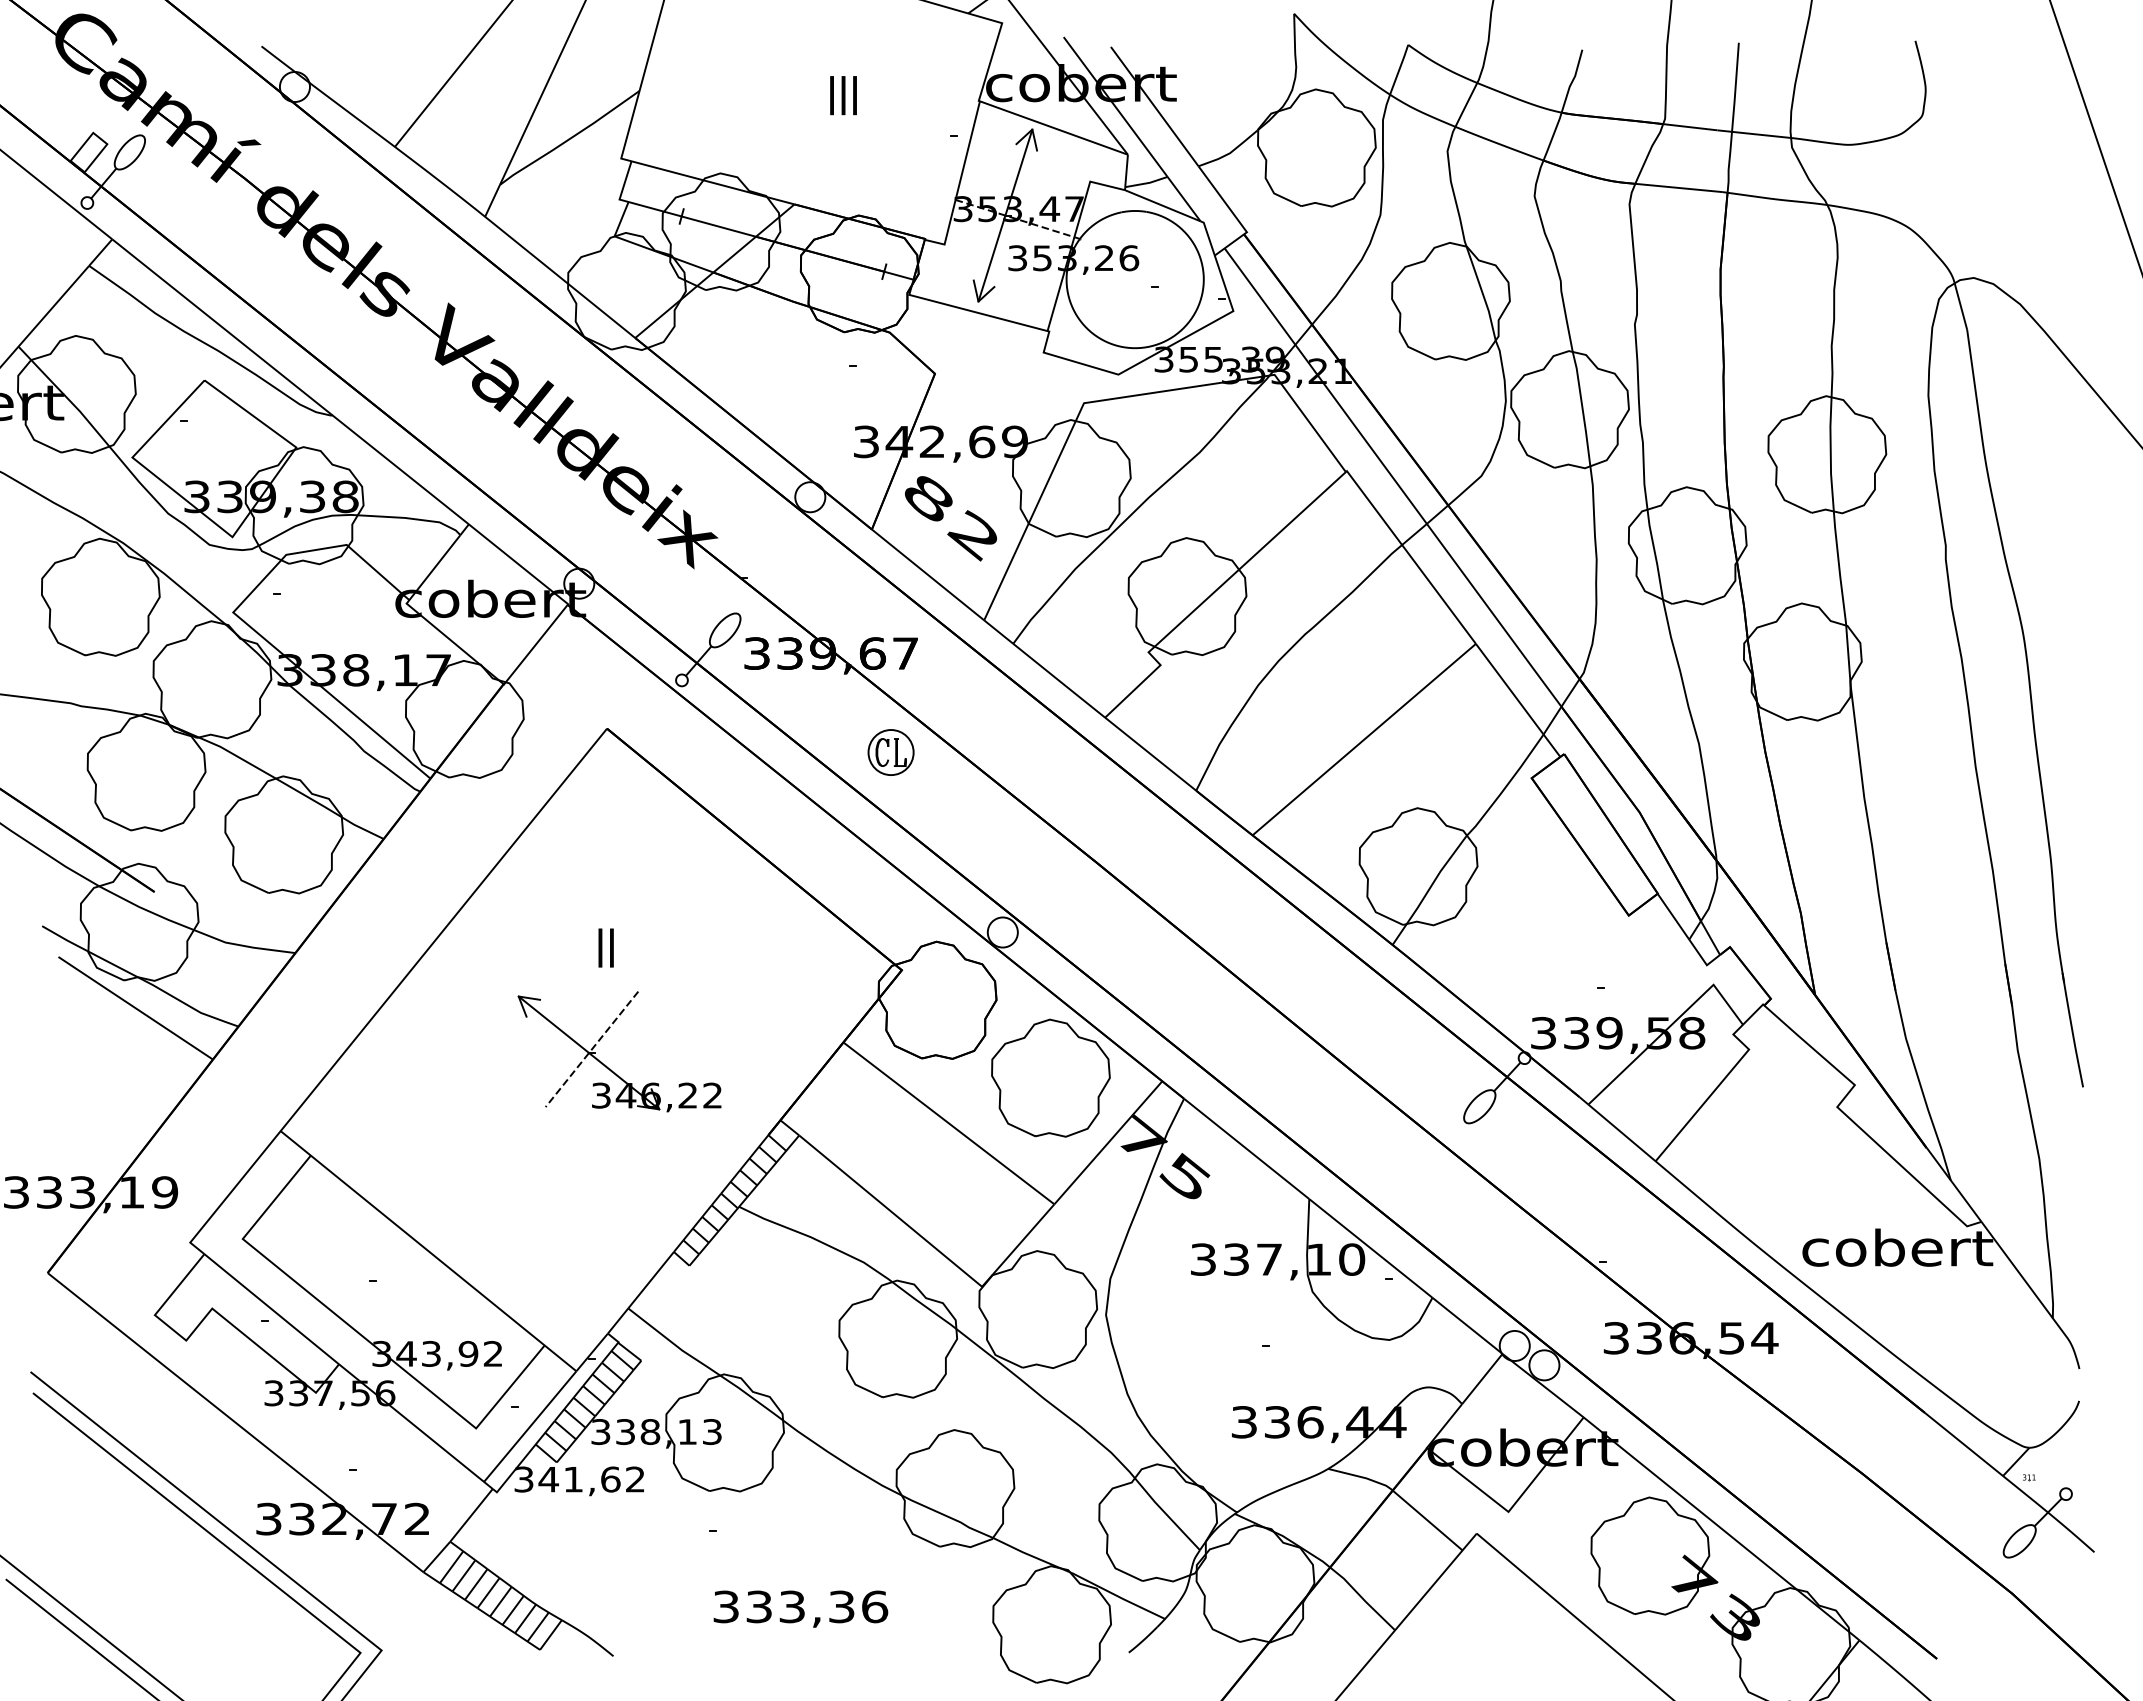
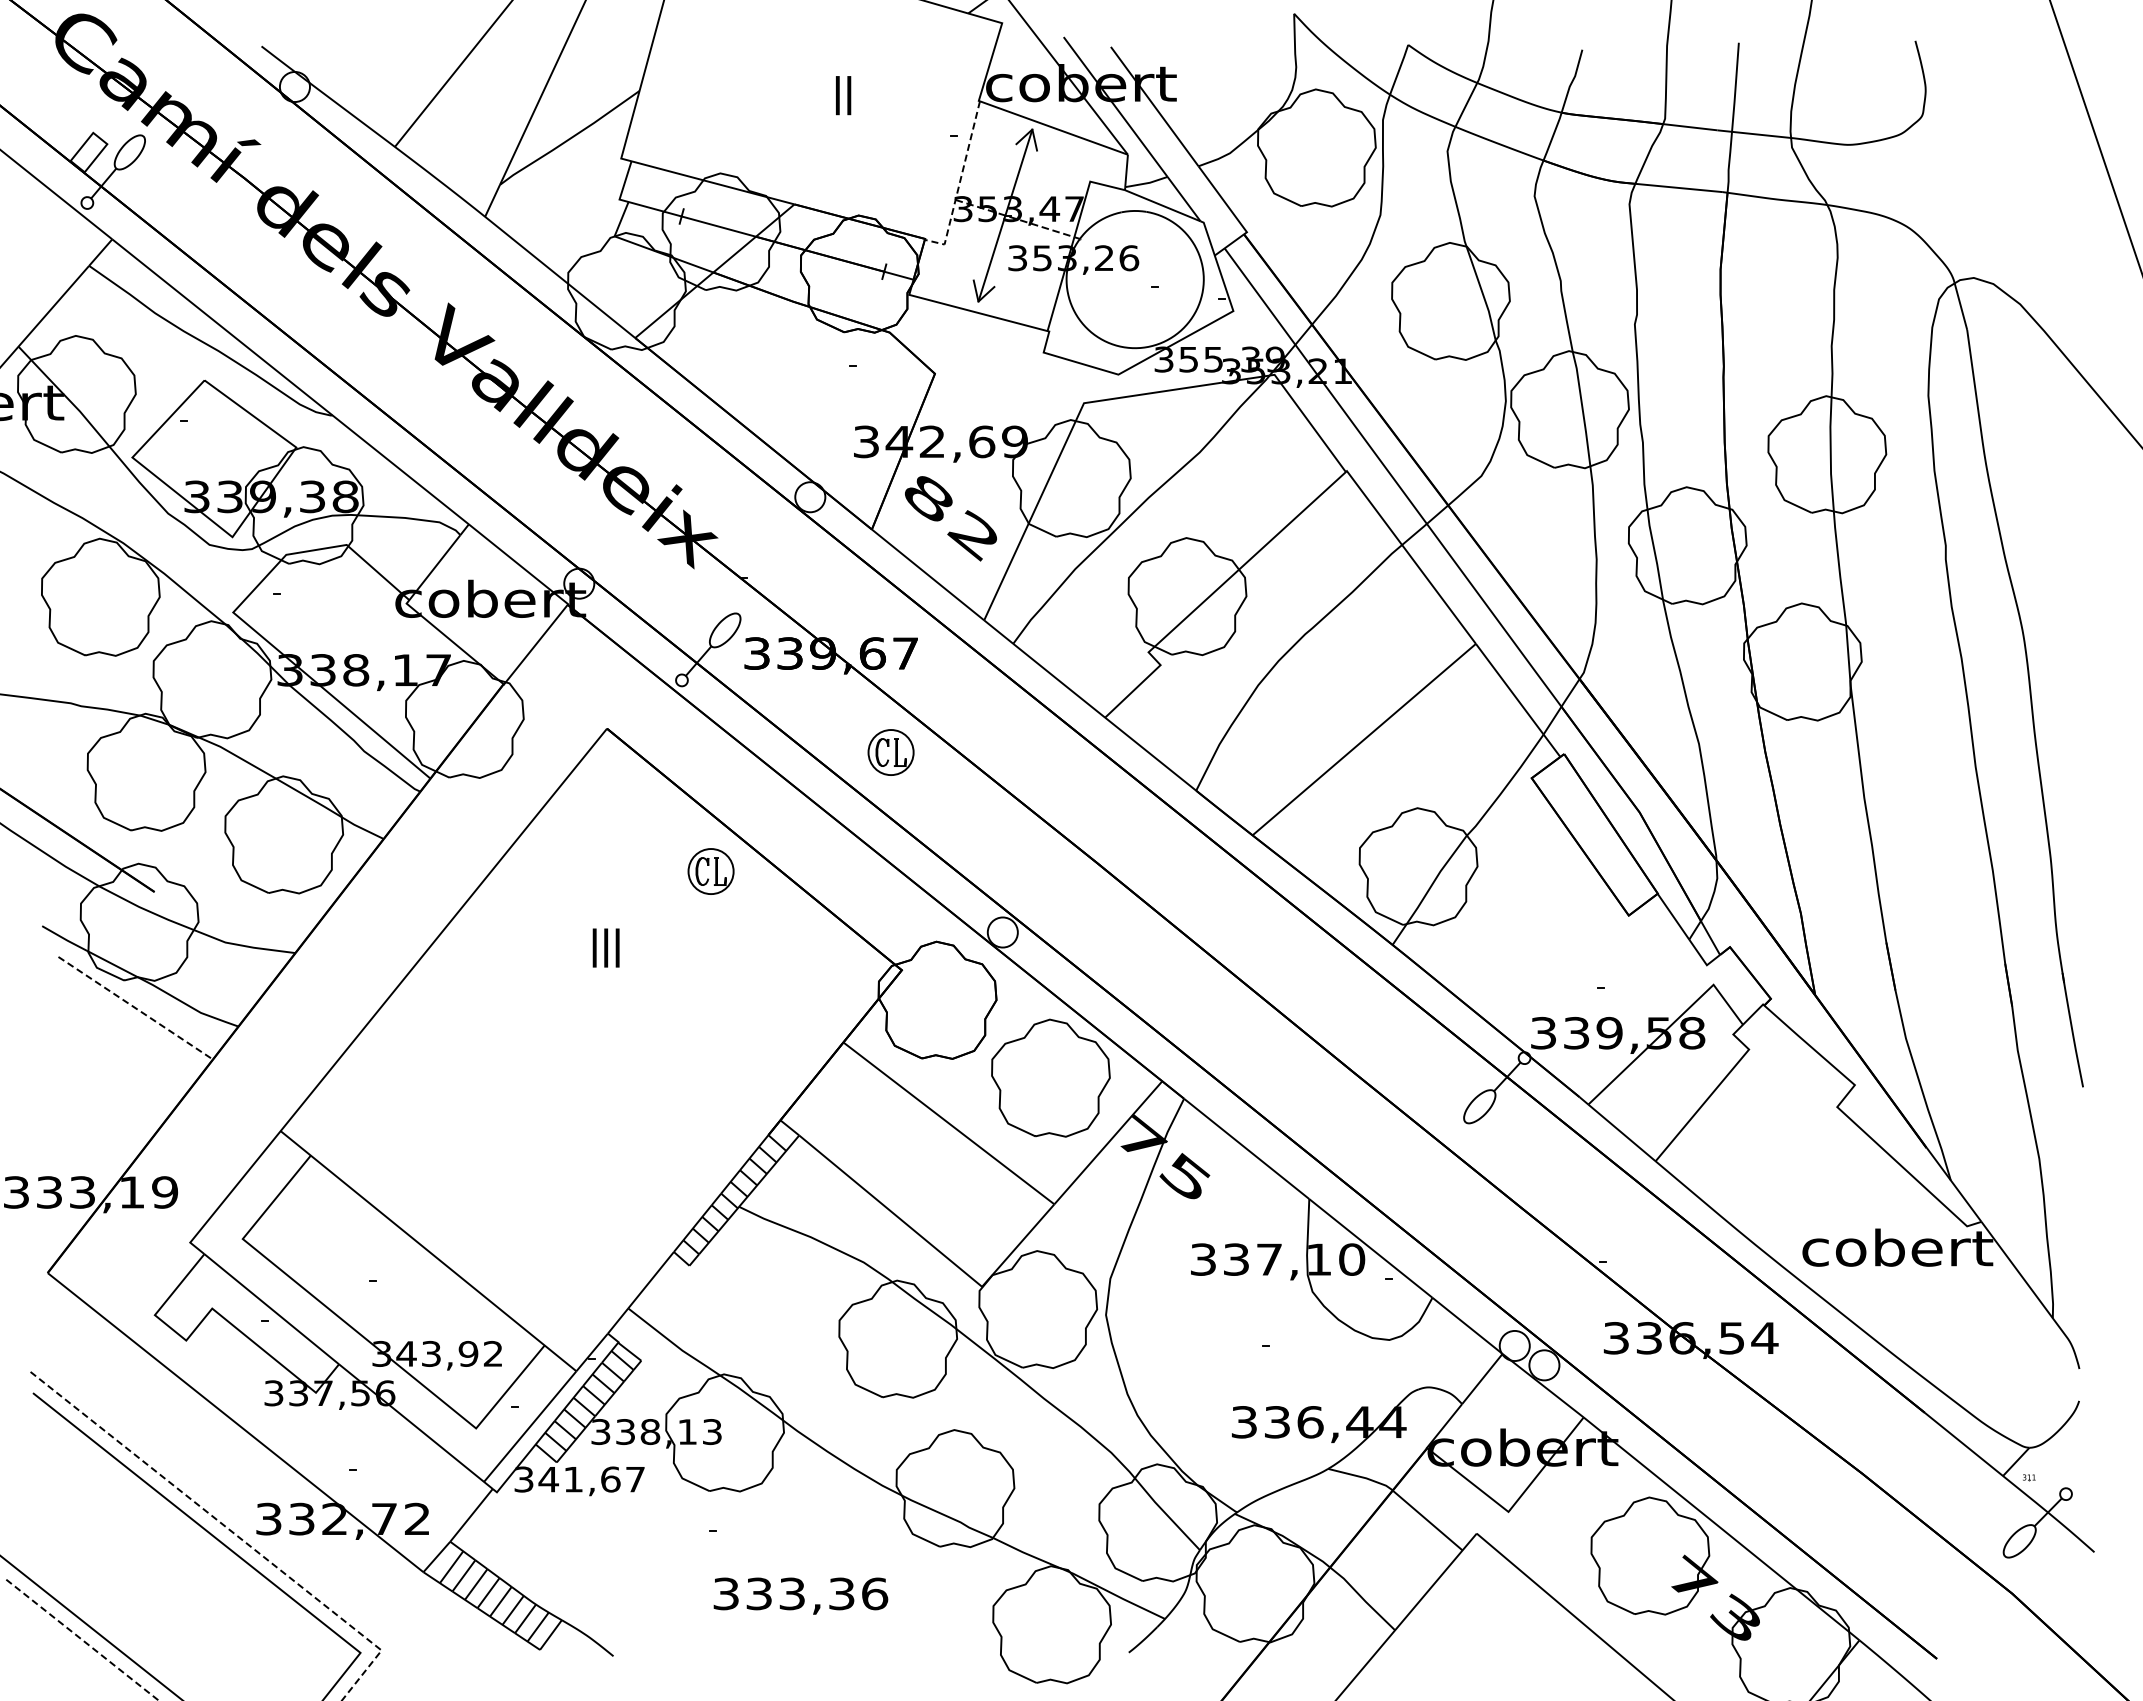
text at (843, 95): III -> II
line at (959, 183): solid -> dashed
part at (710, 871): none -> present
text at (605, 947): II -> III
line at (135, 1008): solid -> dashed
part at (605, 1064): present -> none
text at (635, 1479): 341,62 -> 341,67
line at (308, 1592): solid -> dashed
text at (800, 1608) position: (800, 1608) -> (800, 1595)
